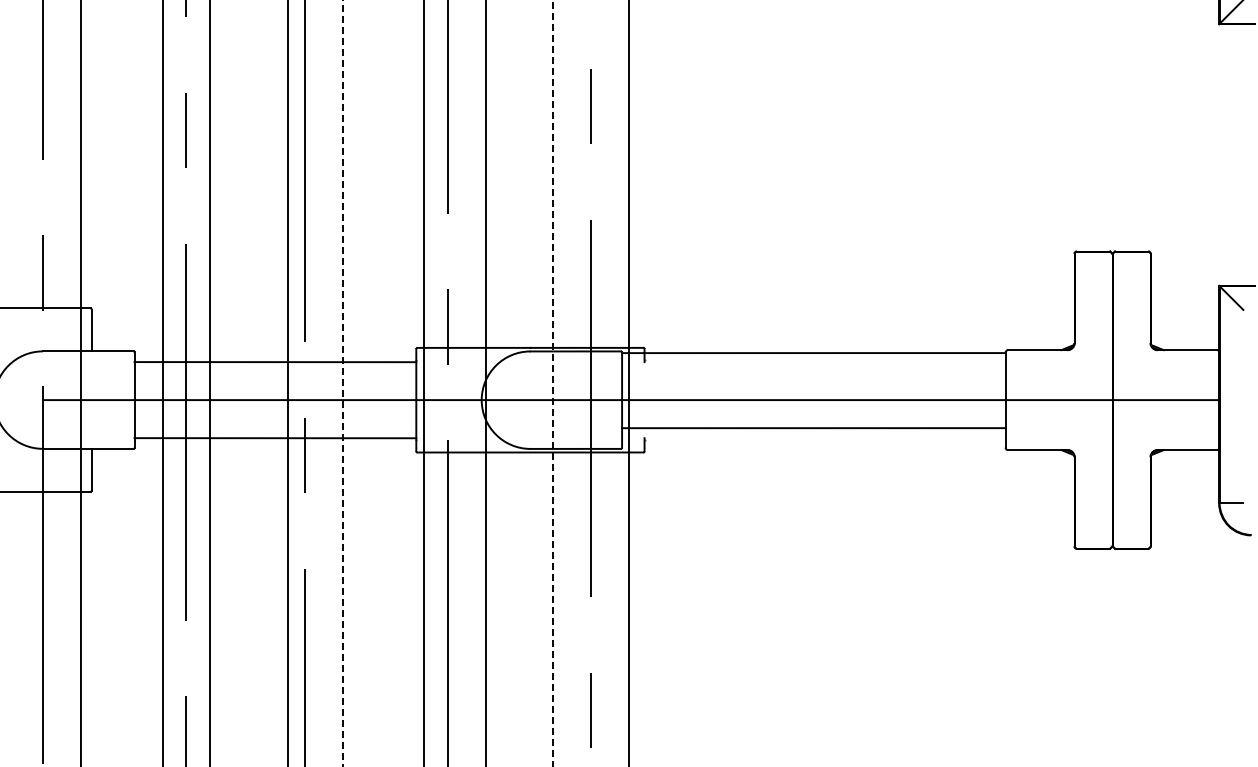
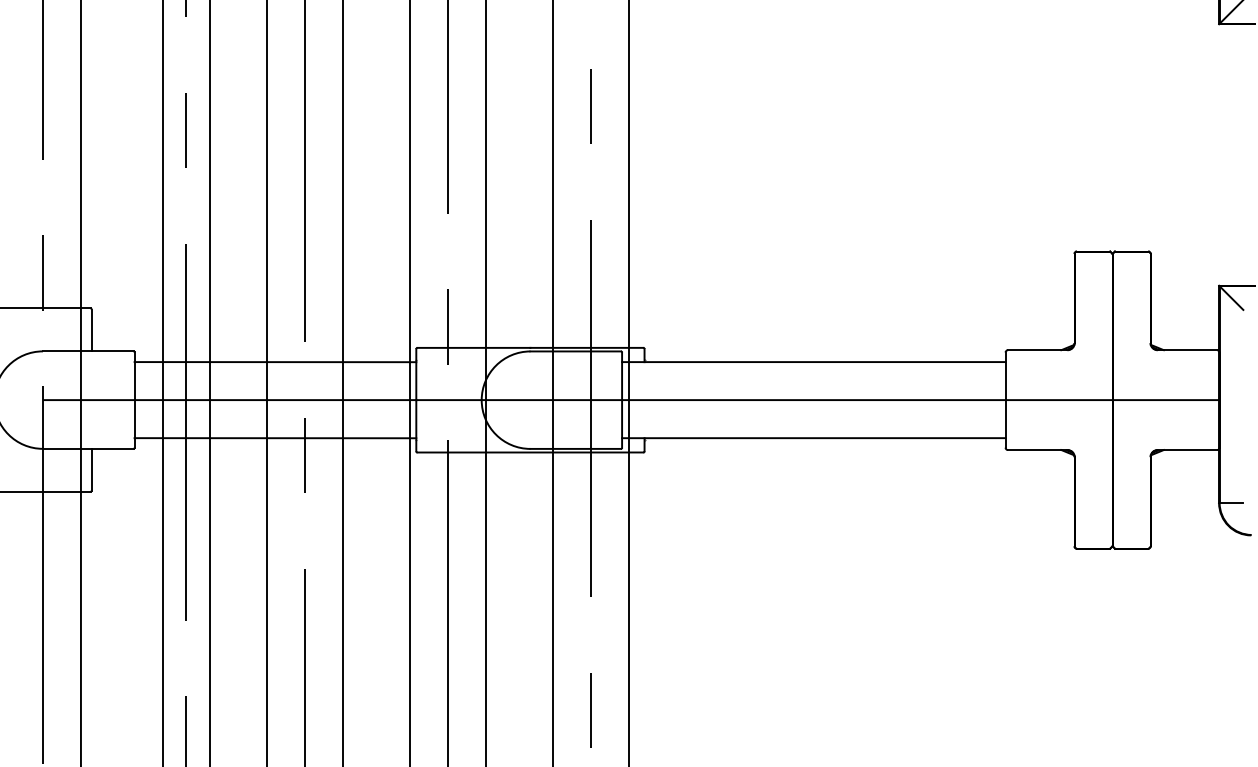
line at (813, 353) position: (813, 353) -> (813, 362)
line at (288, 382) position: (288, 382) -> (267, 382)
line at (423, 382) position: (423, 382) -> (409, 382)
line at (343, 383): dashed -> solid
line at (552, 383): dashed -> solid
line at (813, 428) position: (813, 428) -> (813, 438)
